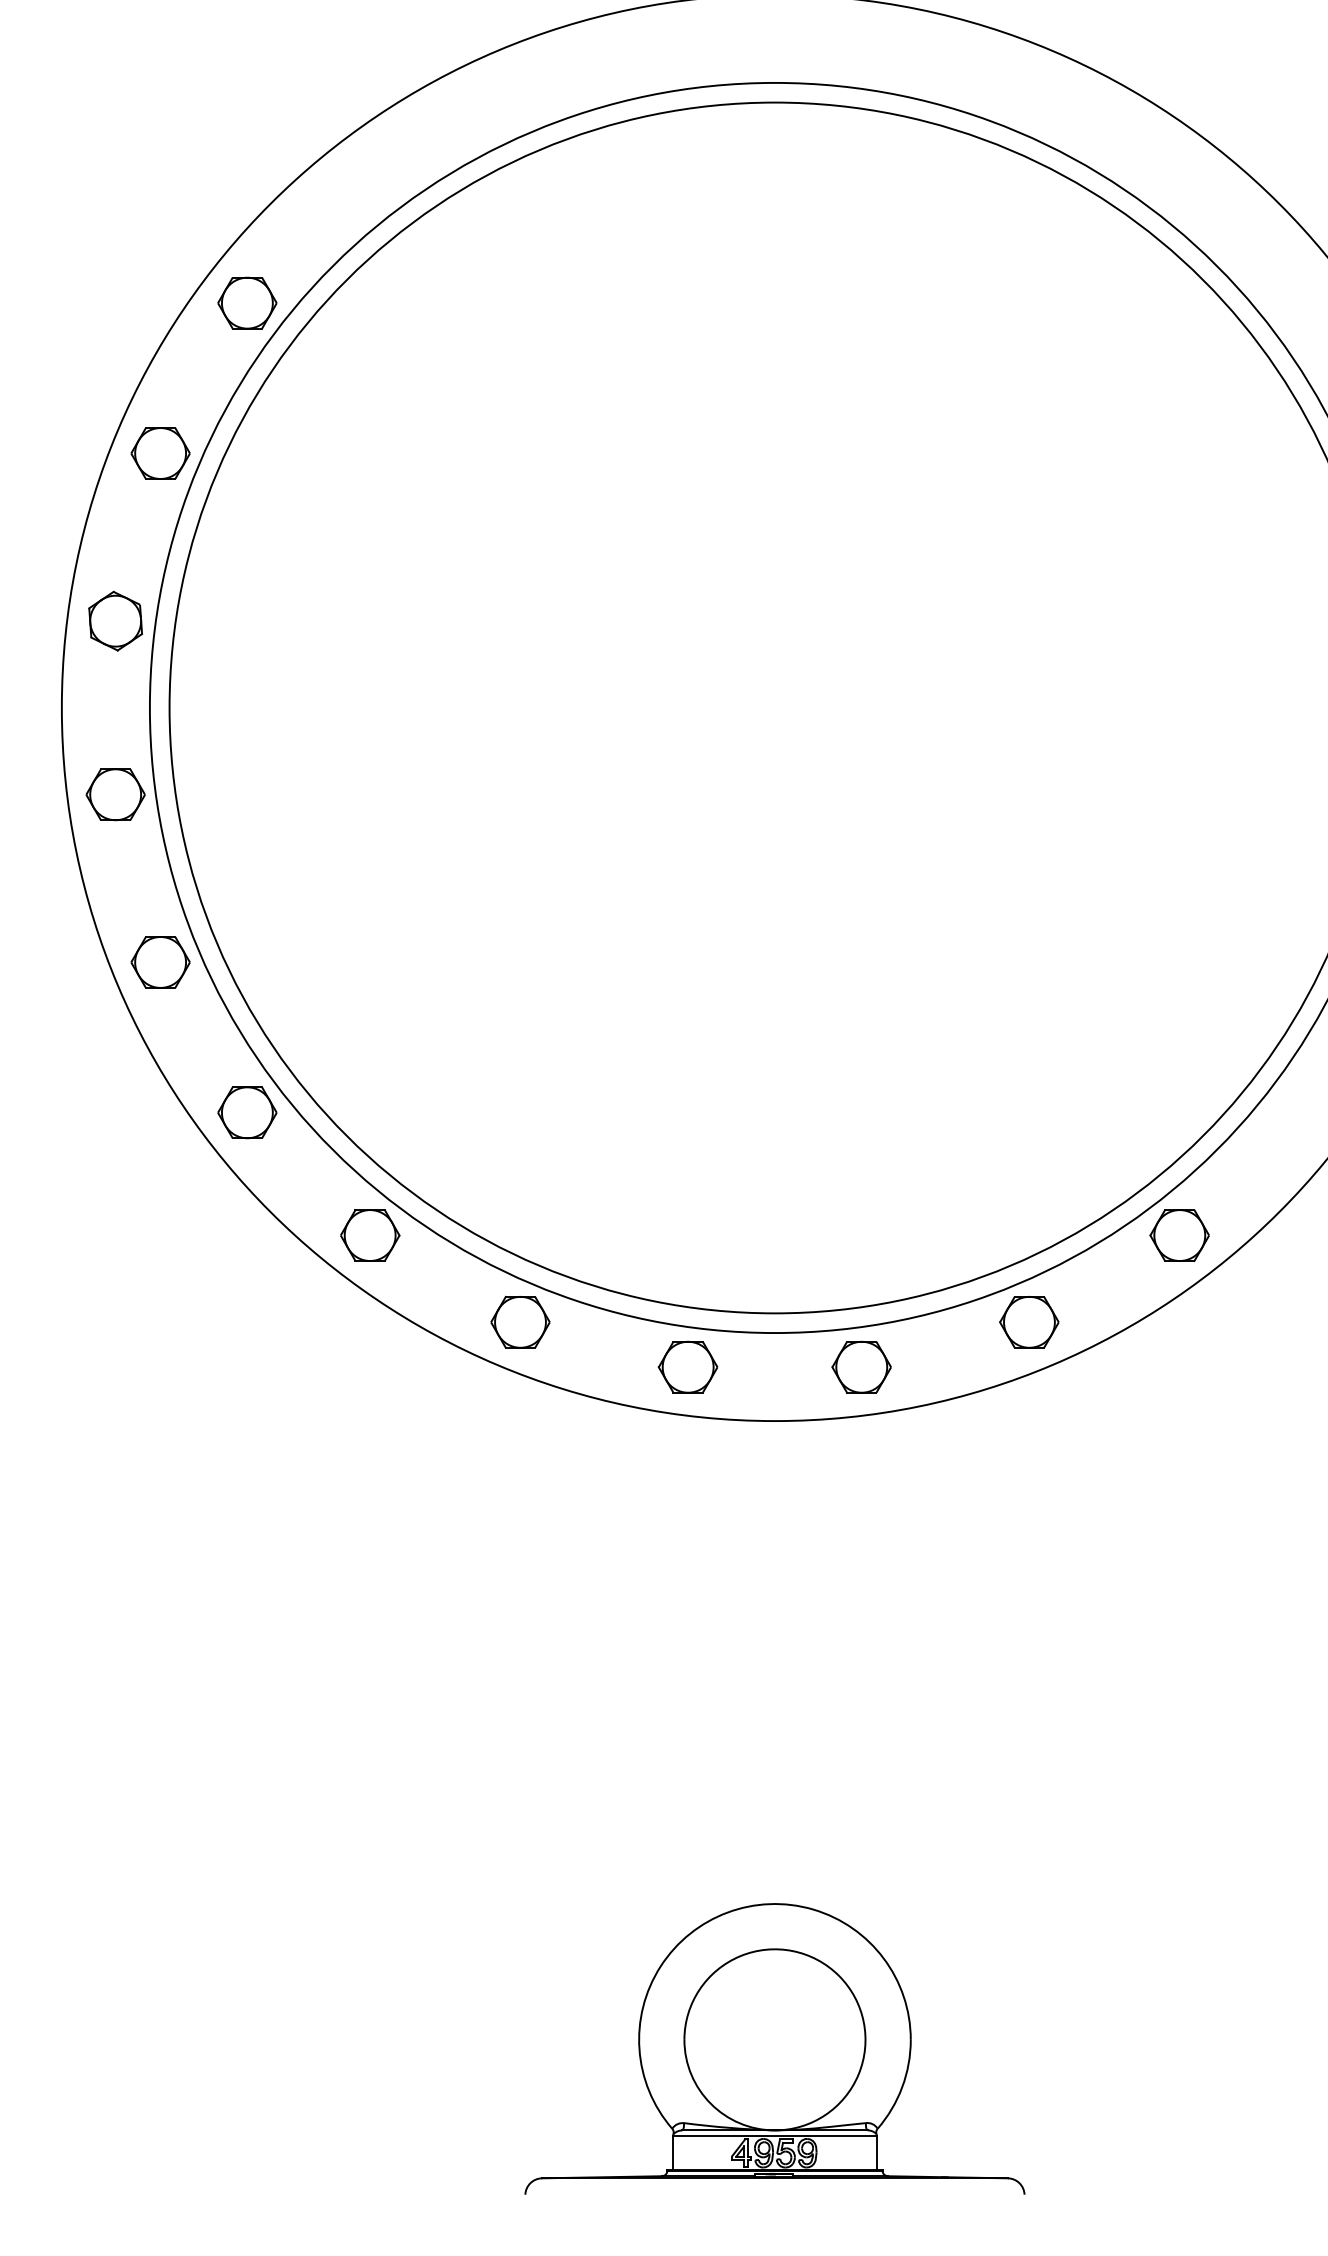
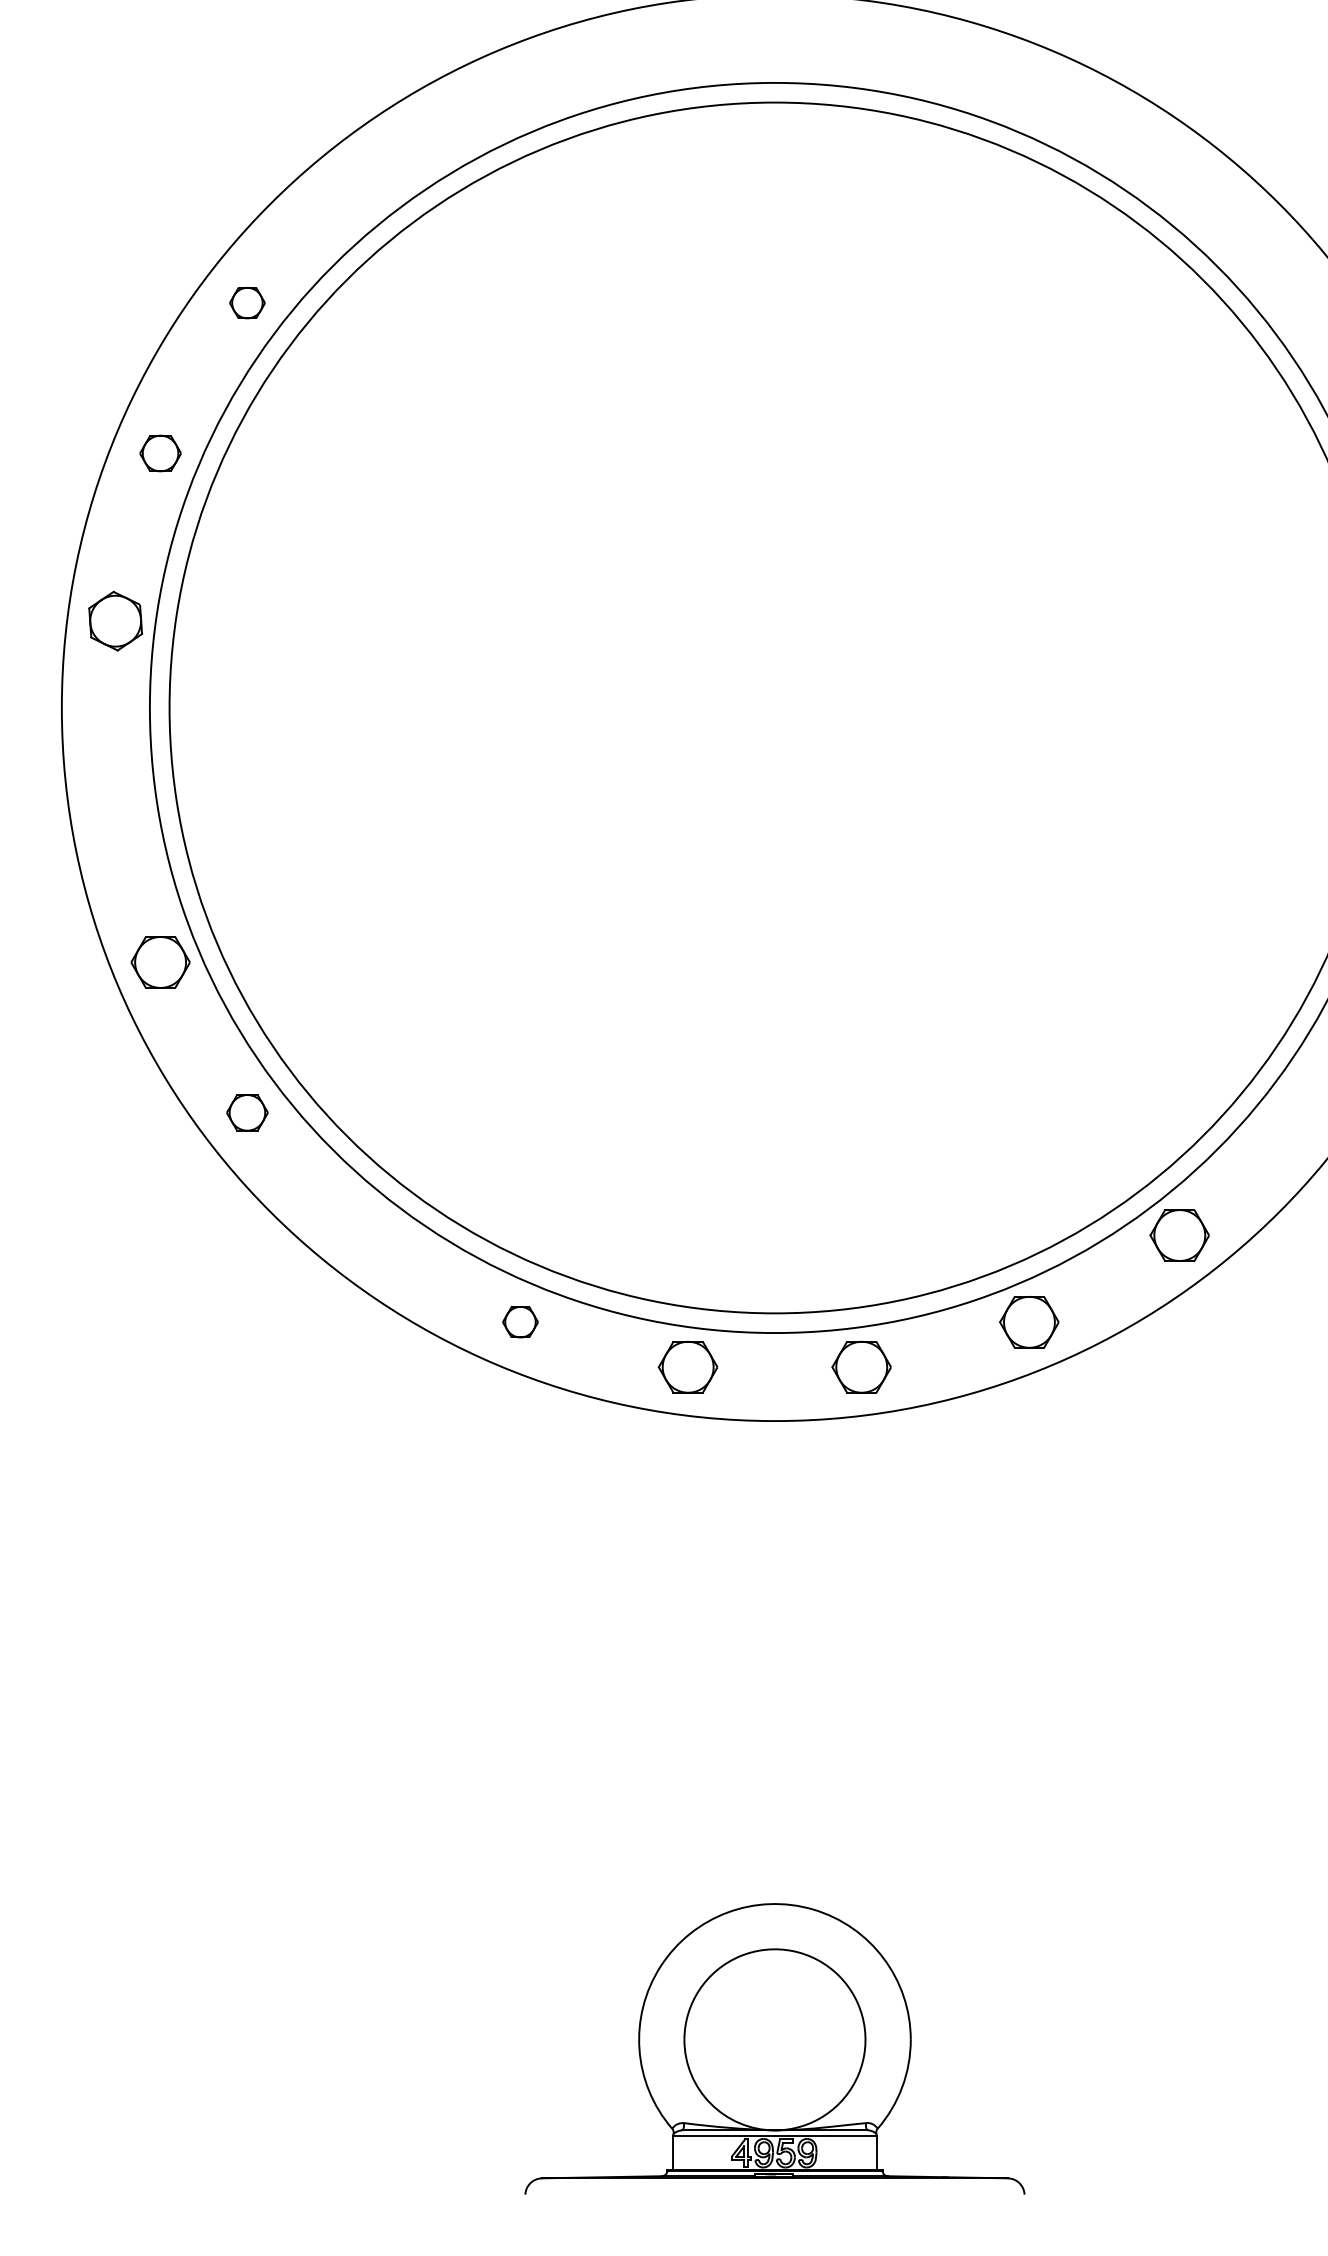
part at (247, 302) size: 61x54 px -> 37x33 px
part at (160, 453) size: 61x53 px -> 43x39 px
part at (115, 794): present -> none
part at (247, 1112) size: 61x54 px -> 43x38 px
part at (370, 1235): present -> none
part at (520, 1321) size: 61x54 px -> 37x34 px
